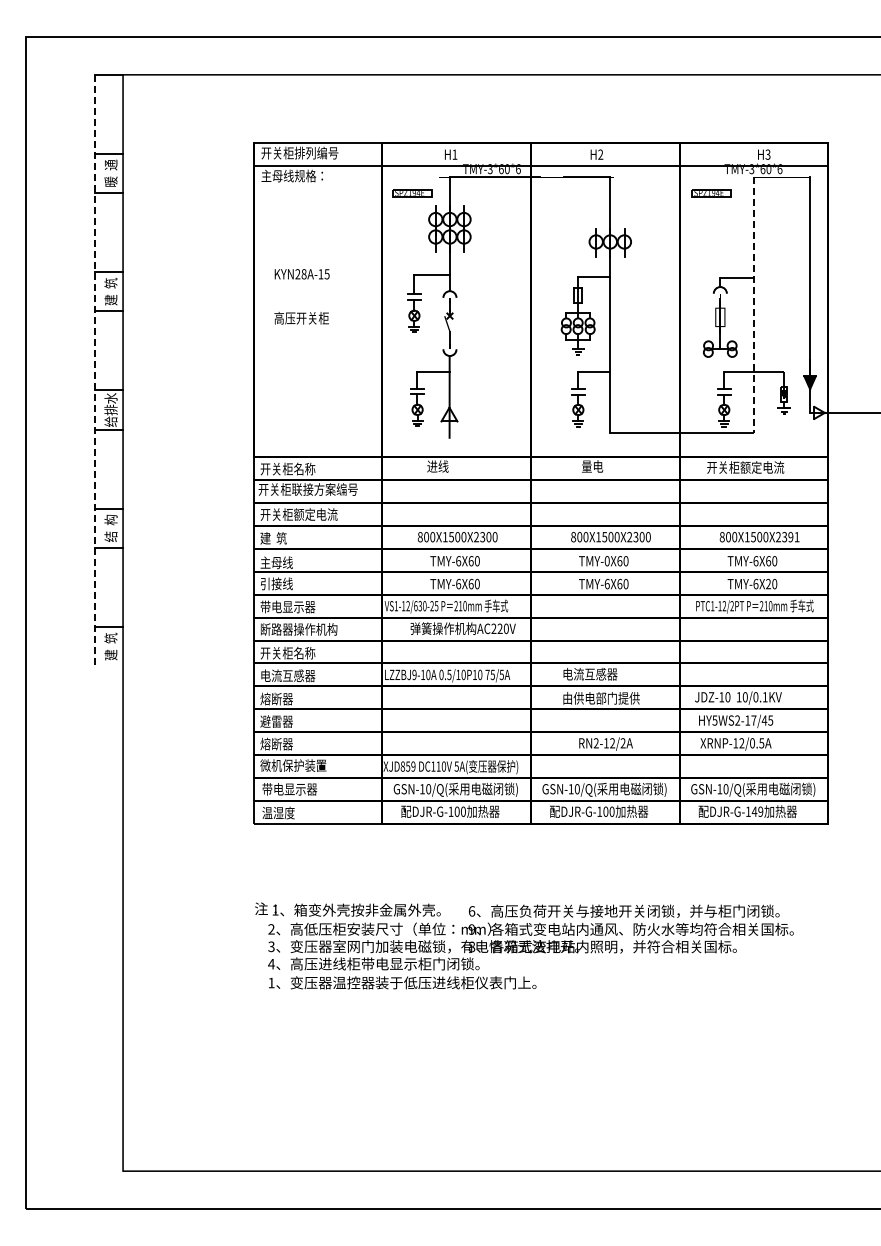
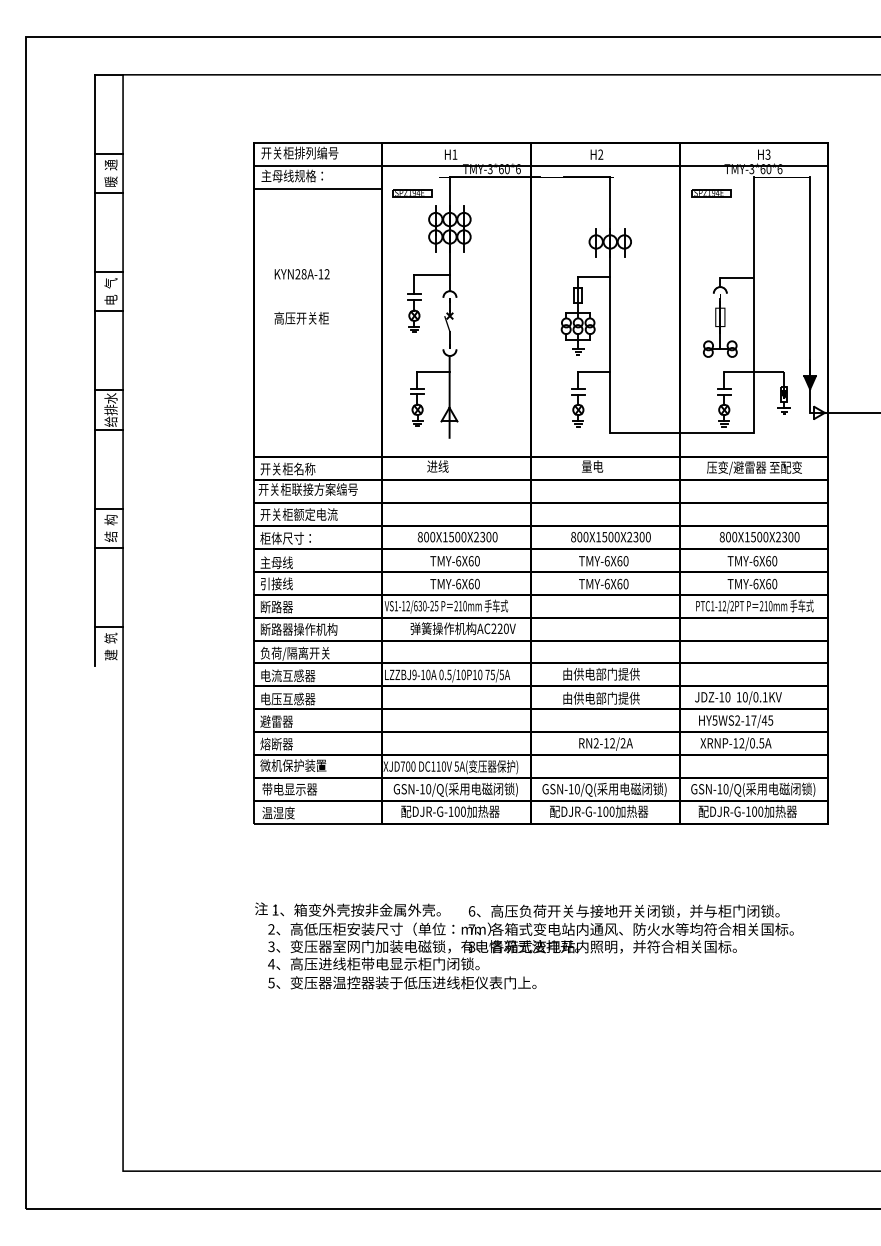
line at (317, 188): none -> present
text at (326, 274): KYN28A-15 -> KYN28A-12
text at (110, 291): 建  筑 -> 电  气
line at (754, 305): dashed -> solid
line at (95, 370): dashed -> solid
text at (754, 468): 开关柜额定电流 -> 压变/避雷器 至配变
text at (793, 537): 800X1500X2391 -> 800X1500X2300
text at (285, 538): 建  筑 -> 柜体尺寸：
text at (606, 561): TMY-0X60 -> TMY-6X60
text at (768, 583): TMY-6X20 -> TMY-6X60
text at (287, 606): 带电显示器 -> 断路器
text at (294, 653): 开关柜名称 -> 负荷/隔离开关
text at (601, 673): 电流互感器 -> 由供电部门提供
text at (287, 698): 熔断器 -> 电压互感器
text at (407, 766): XJD859 -> XJD700
text at (757, 811): DJR-G-149 -> DJR-G-100
text at (471, 929): 9 -> 7
text at (271, 982): 1 -> 5
